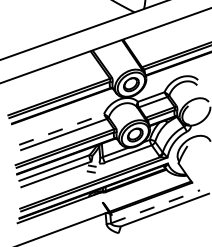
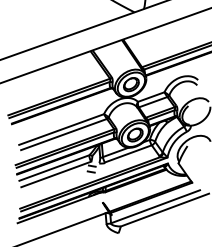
line at (62, 129): dashed -> solid
line at (156, 206): dashed -> solid
